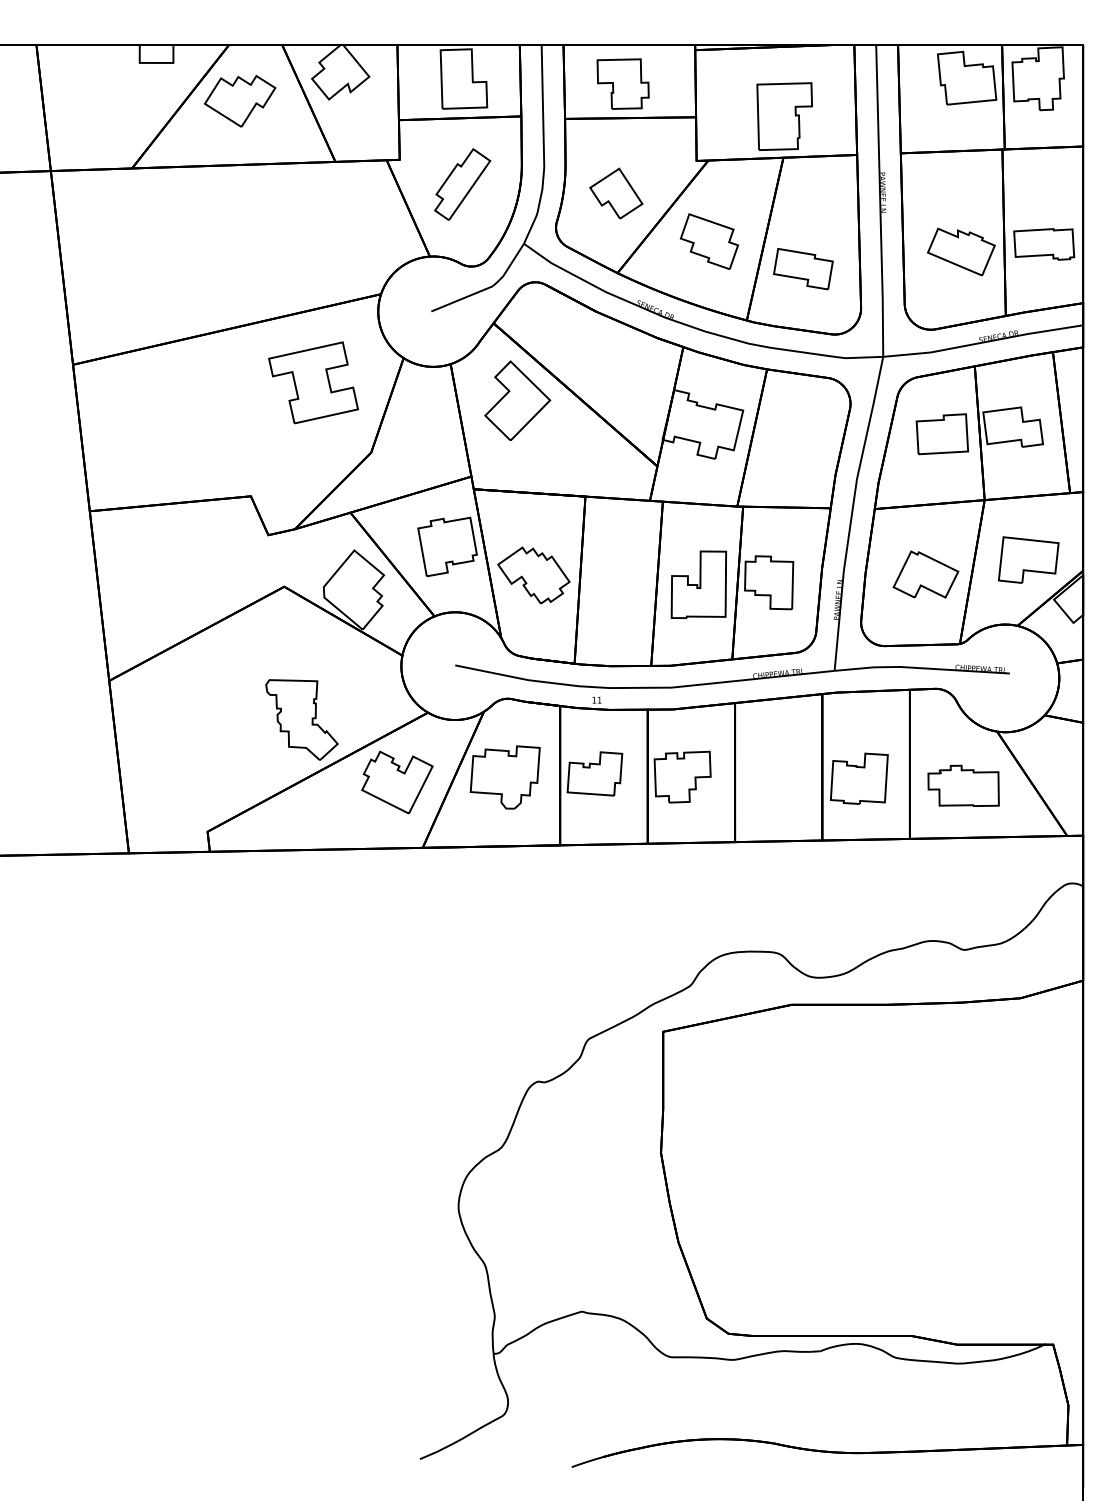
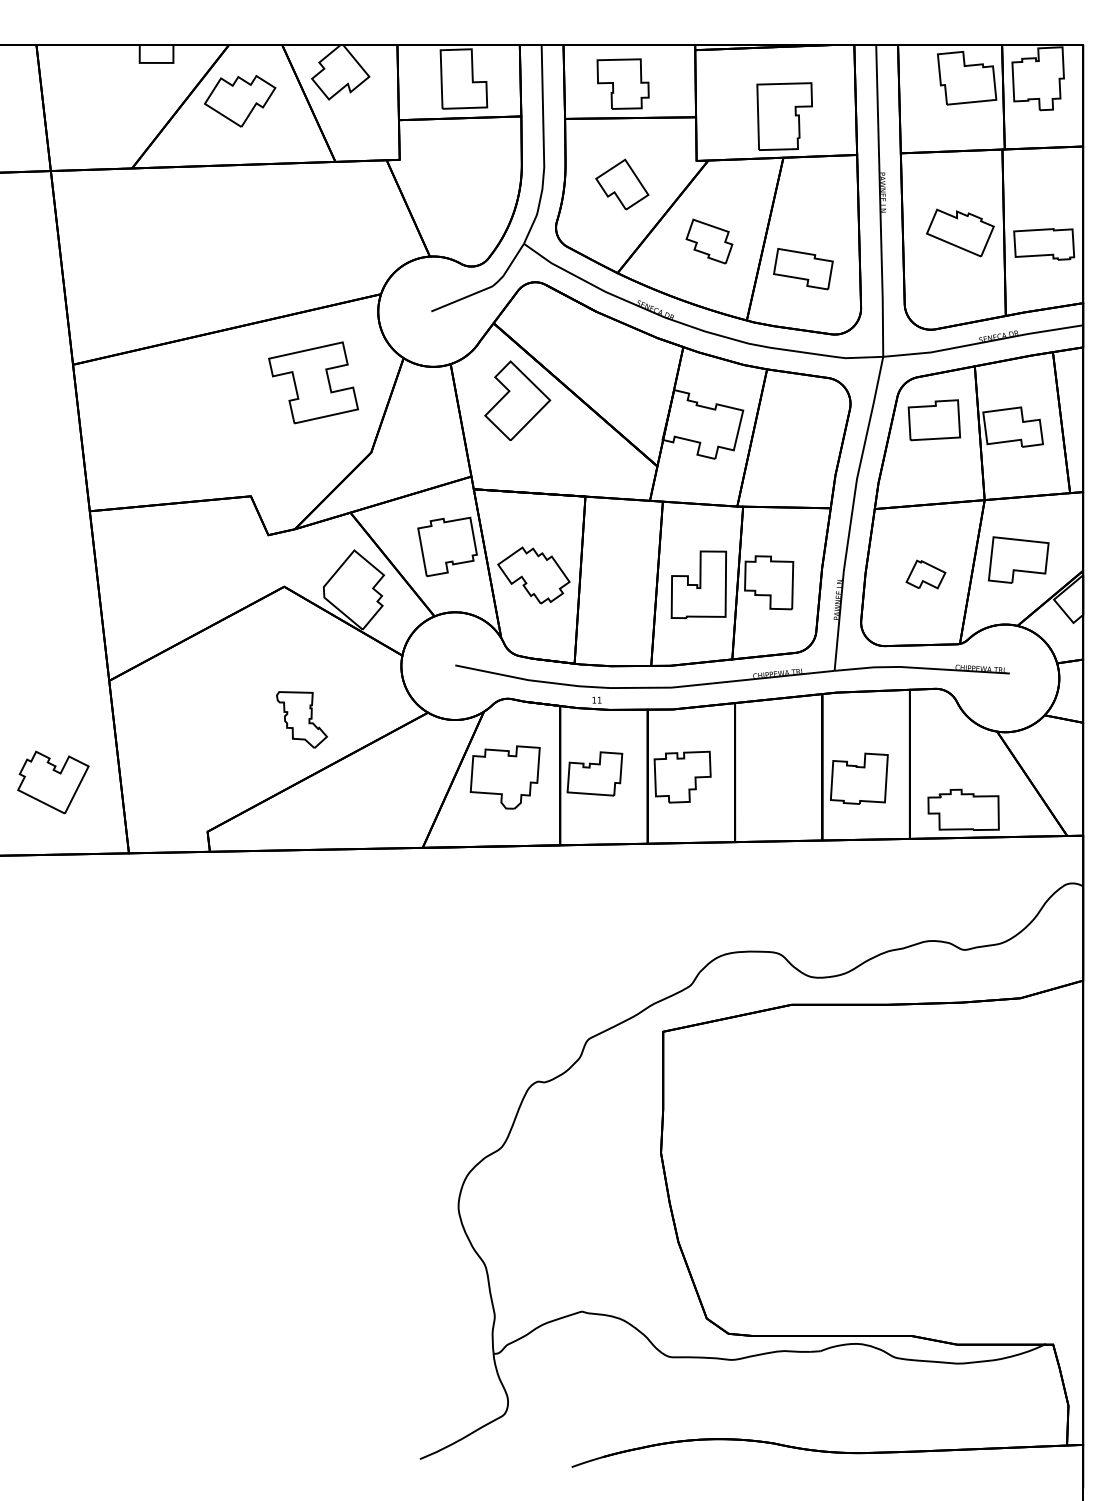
part at (462, 184): present -> none
part at (616, 193) position: (616, 193) -> (622, 184)
part at (709, 241) size: 59x57 px -> 49x47 px
part at (961, 251) position: (961, 251) -> (960, 232)
part at (941, 434) position: (941, 434) -> (933, 420)
part at (1028, 559) position: (1028, 559) -> (1018, 559)
part at (925, 574) size: 68x49 px -> 42x31 px
part at (301, 719) size: 74x82 px -> 52x58 px
part at (397, 782) position: (397, 782) -> (53, 782)
part at (963, 785) position: (963, 785) -> (963, 809)
